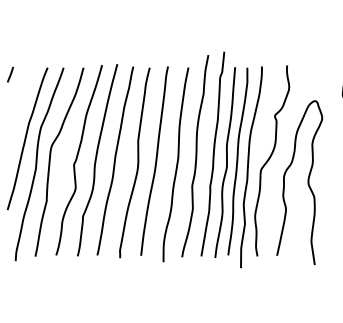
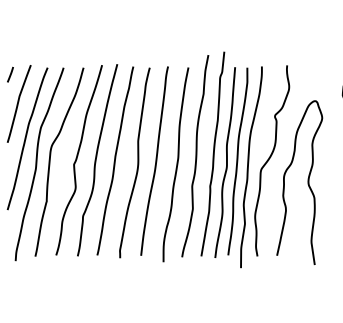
curve at (18, 103): none -> present
